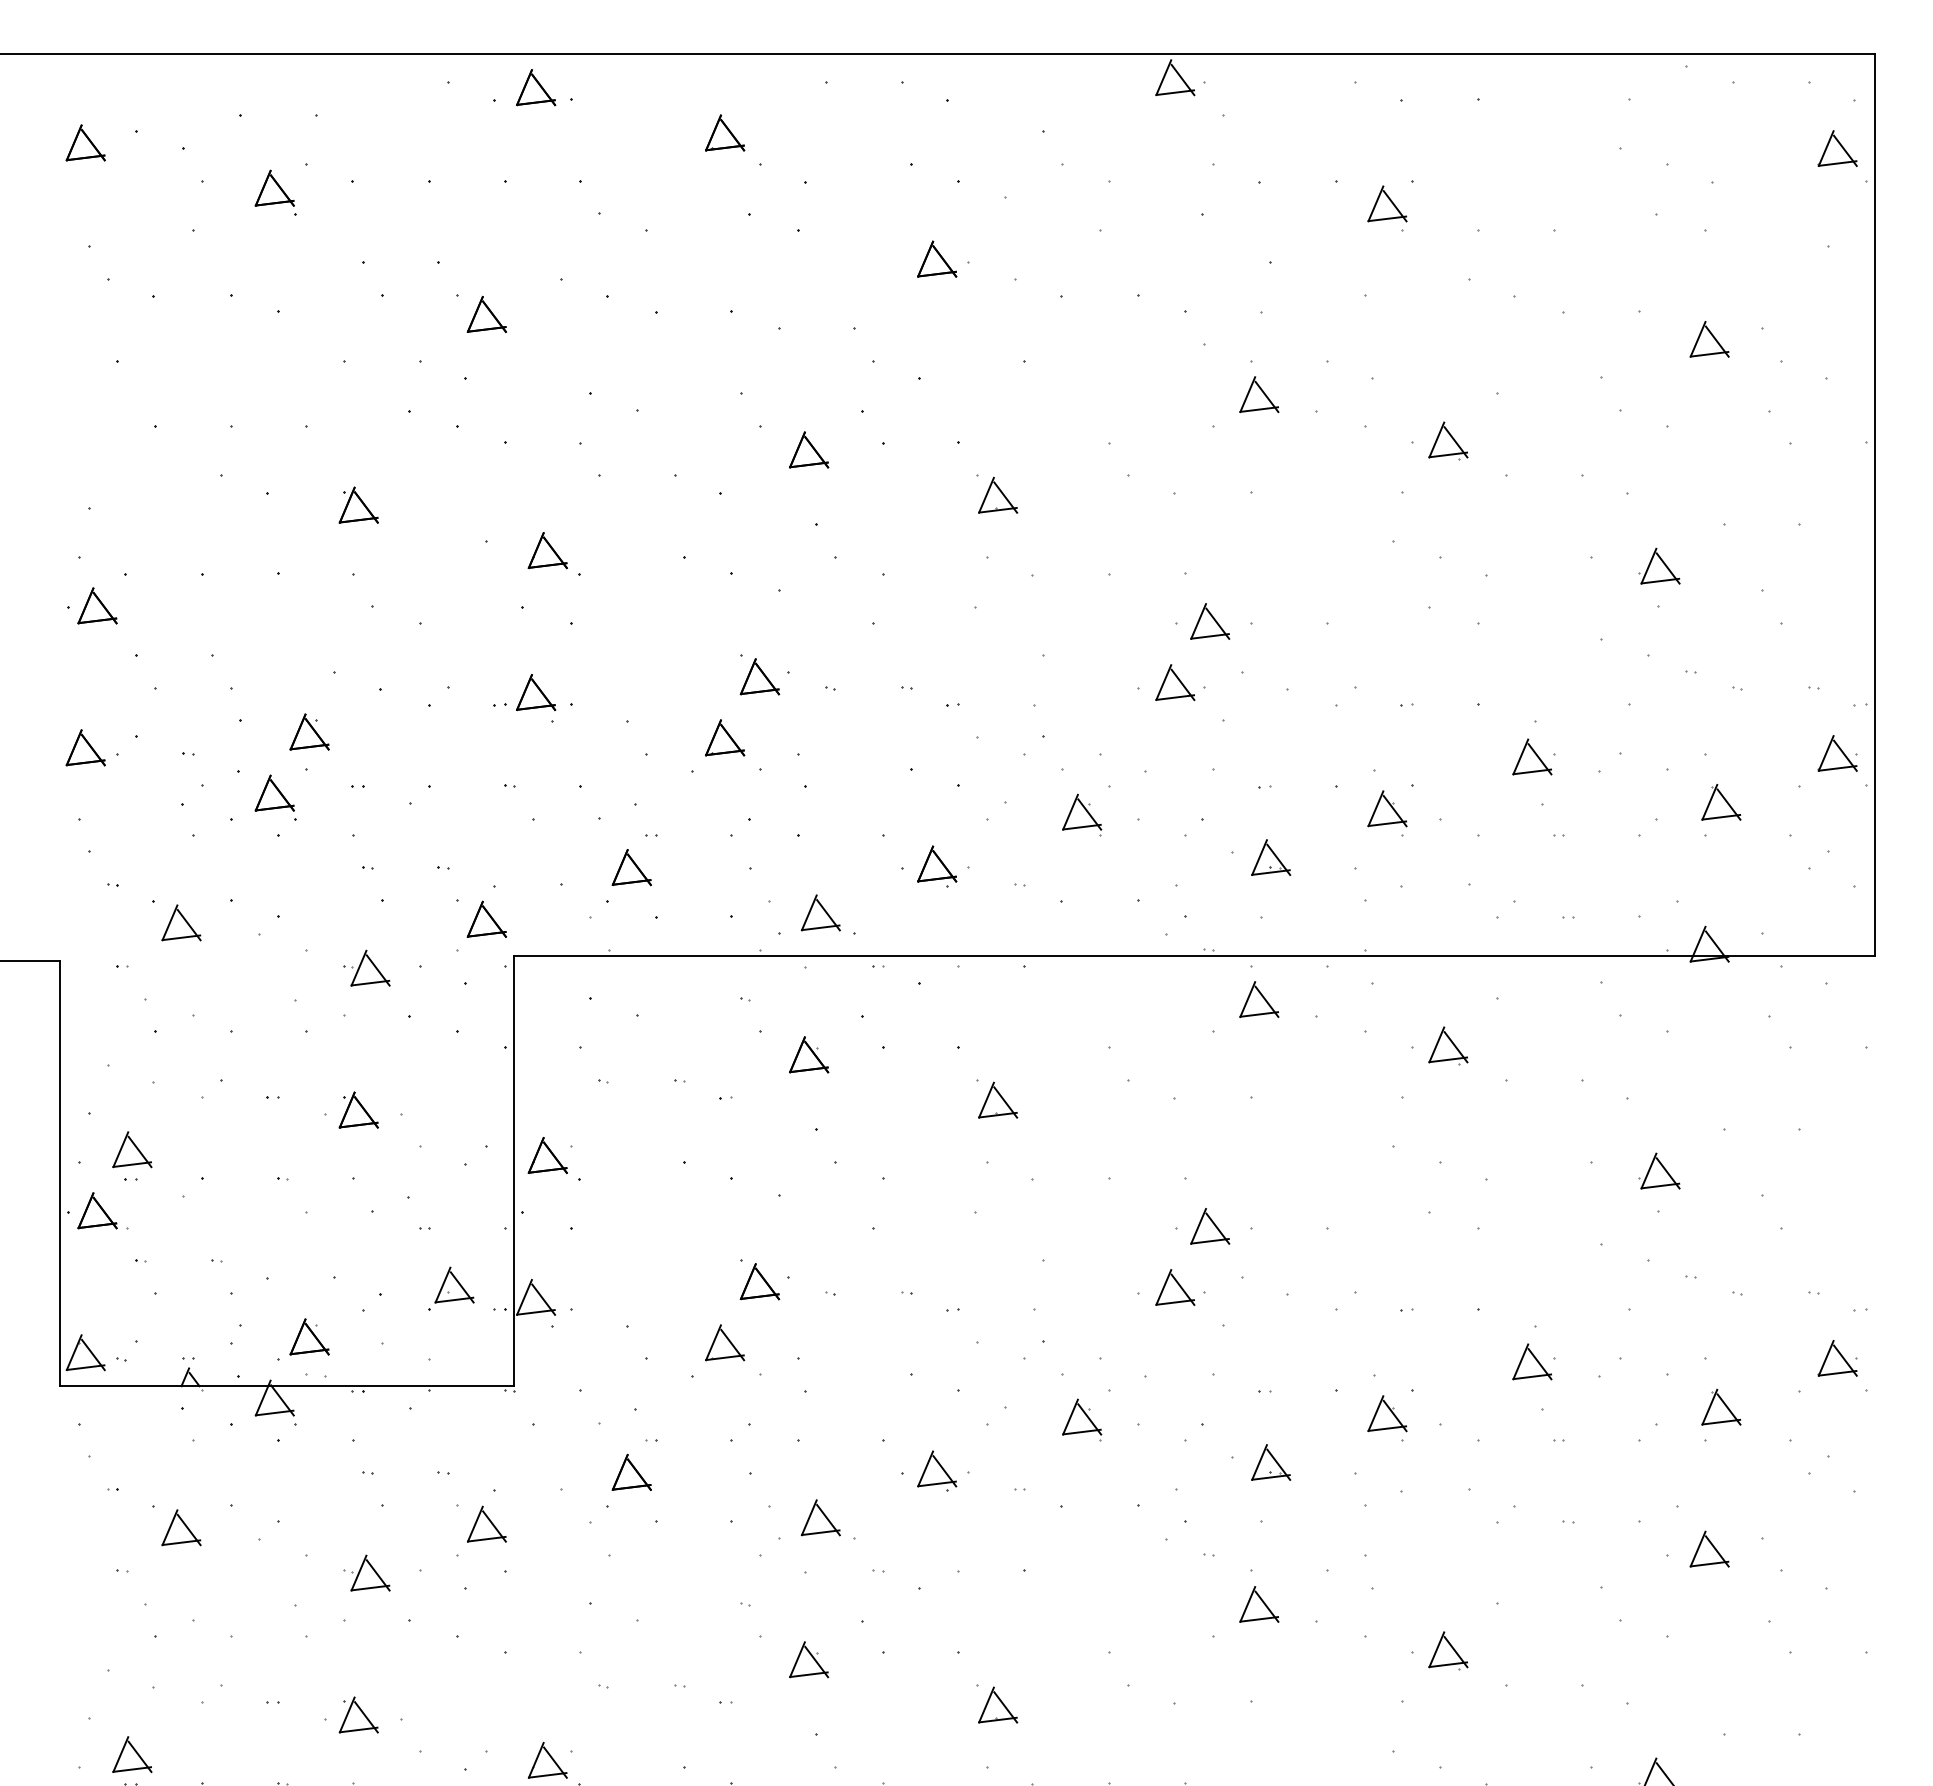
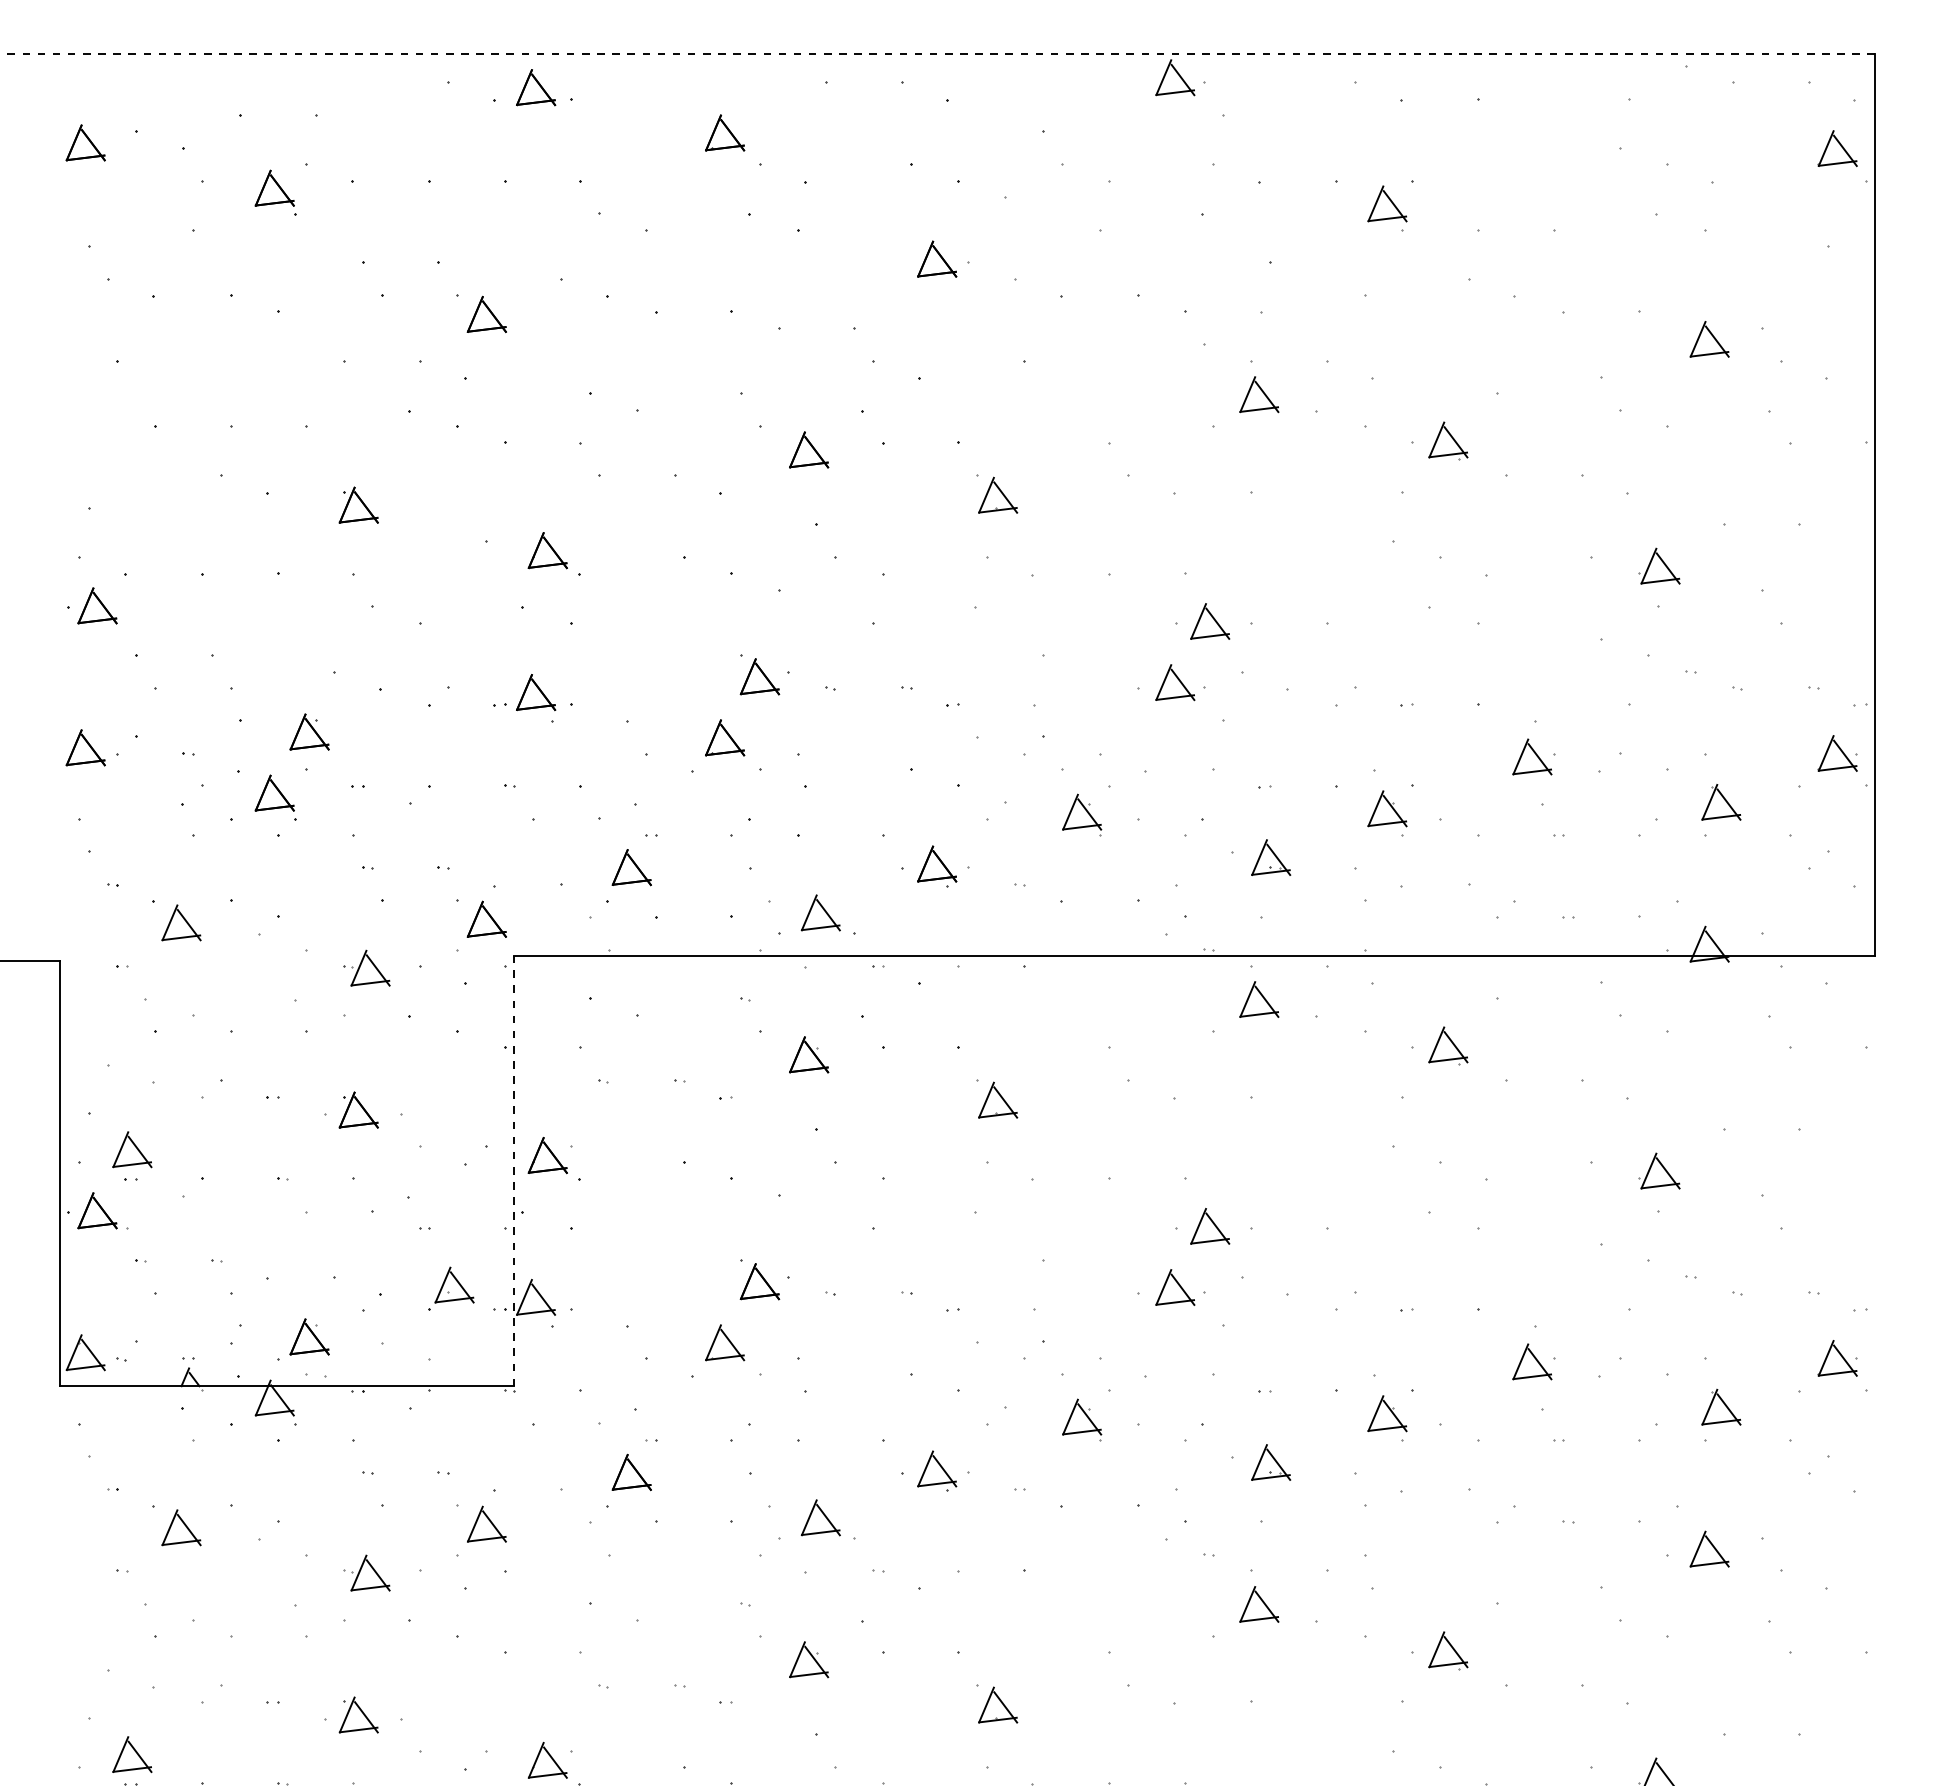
line at (937, 53): solid -> dashed
line at (513, 1170): solid -> dashed
